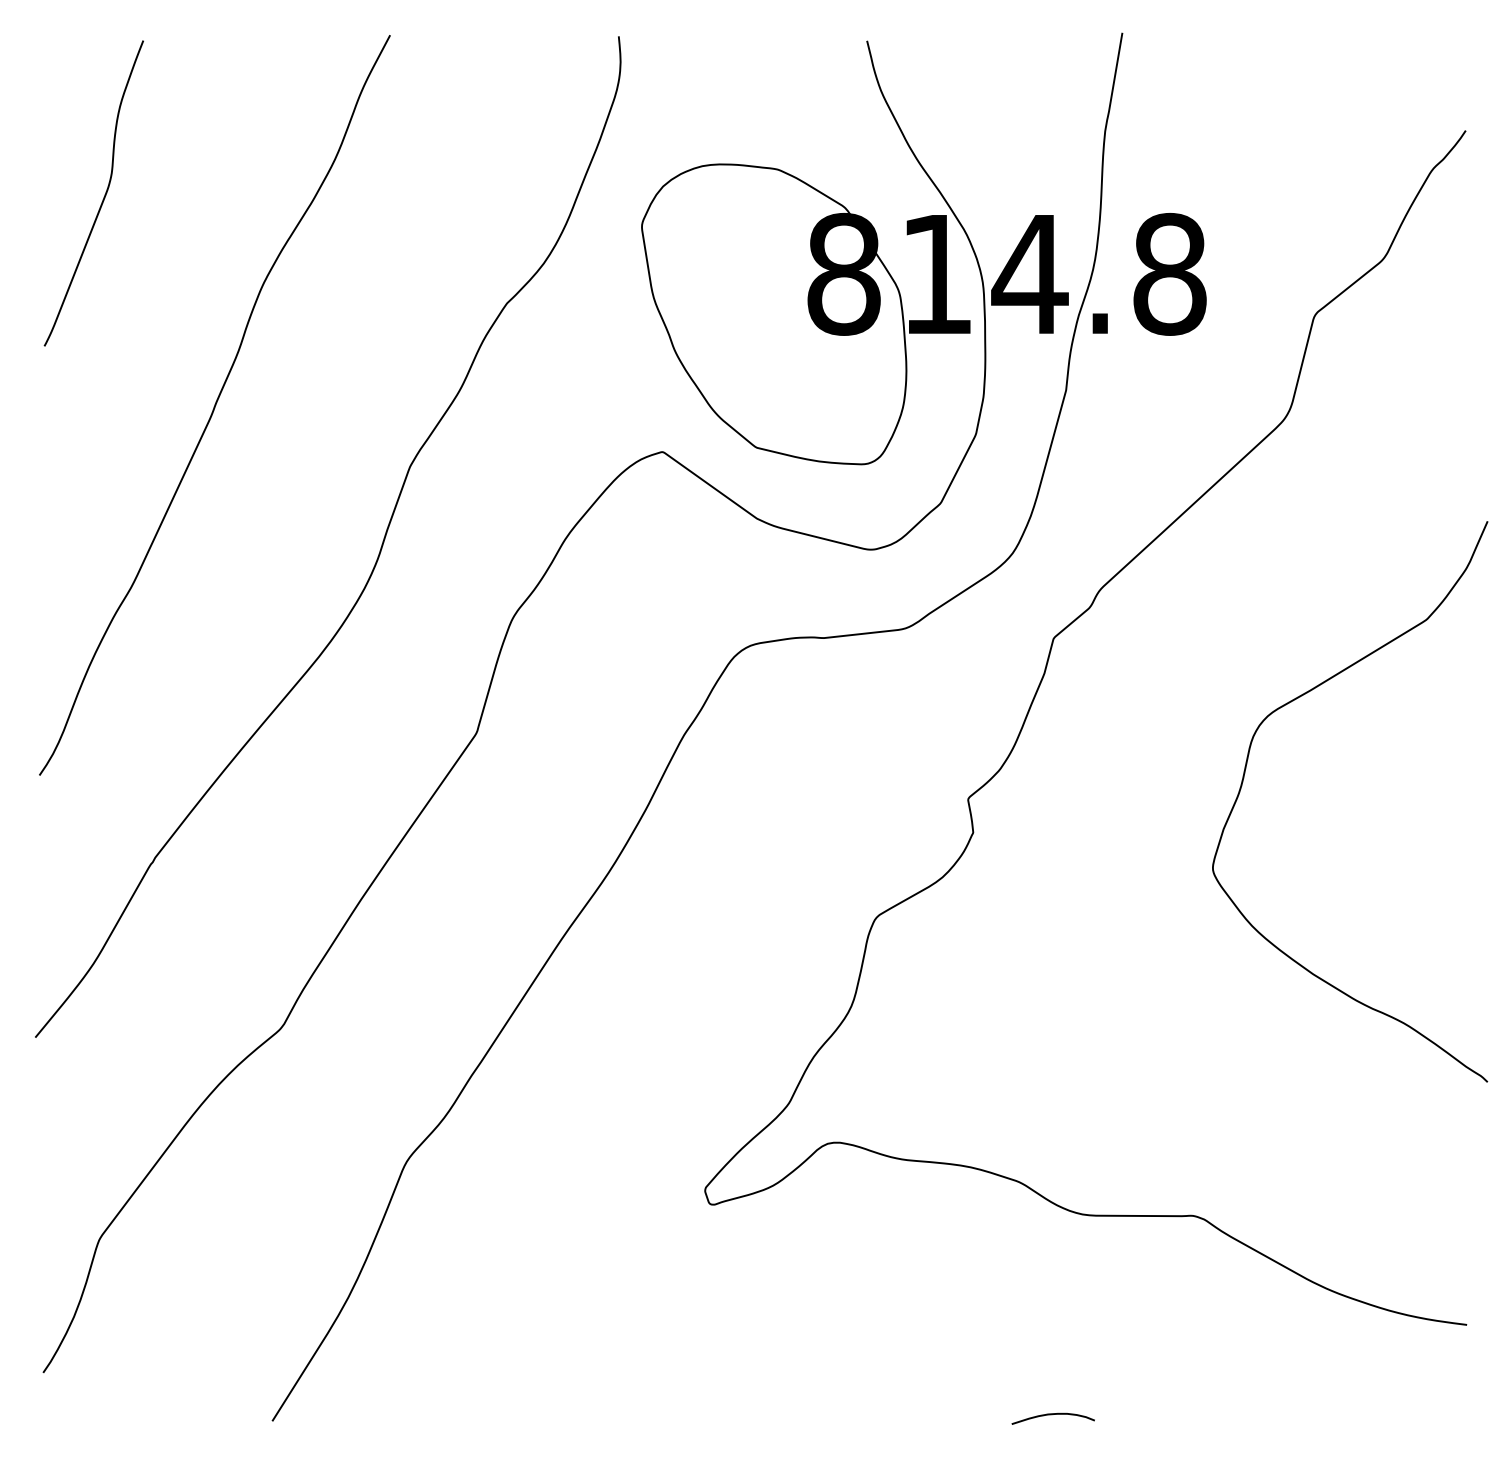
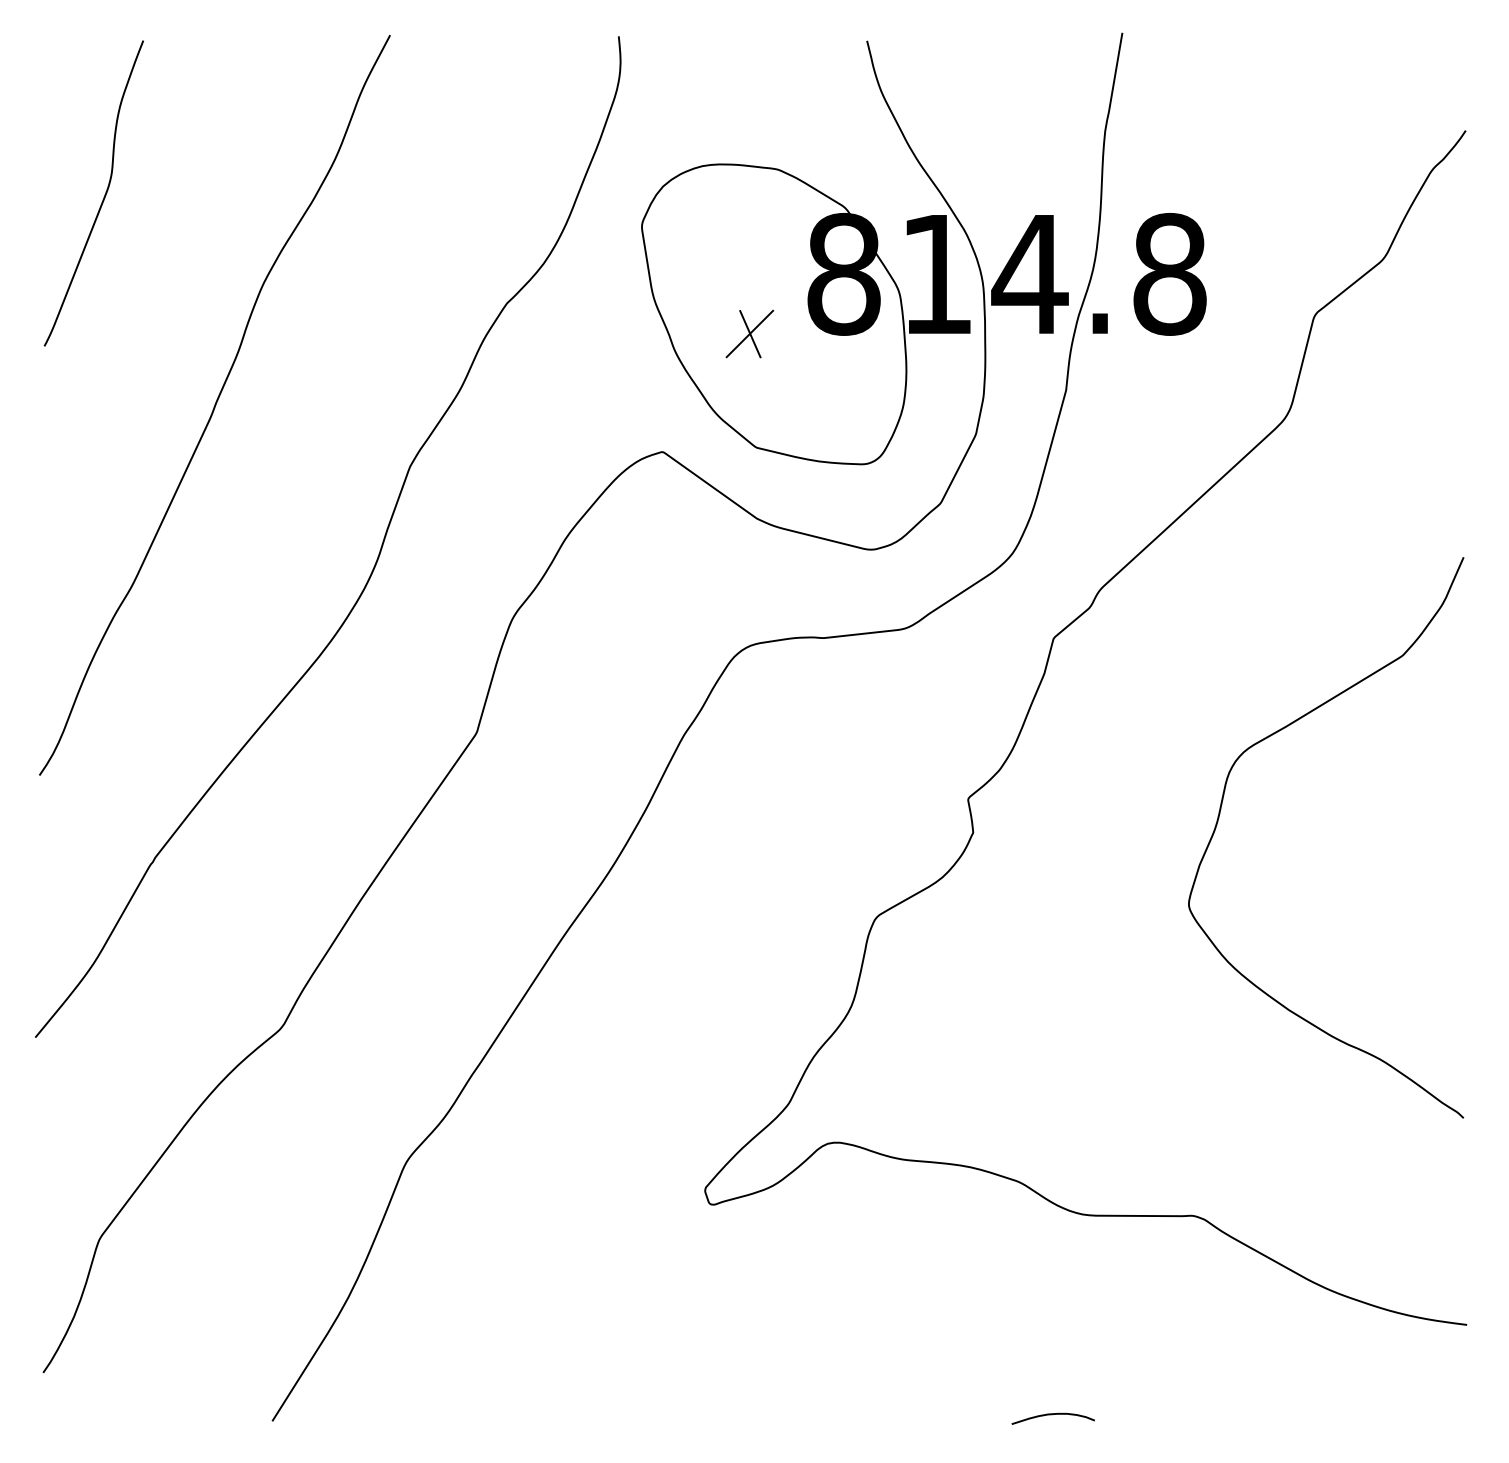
part at (749, 333): none -> present
curve at (1244, 778) position: (1244, 778) -> (1220, 814)
